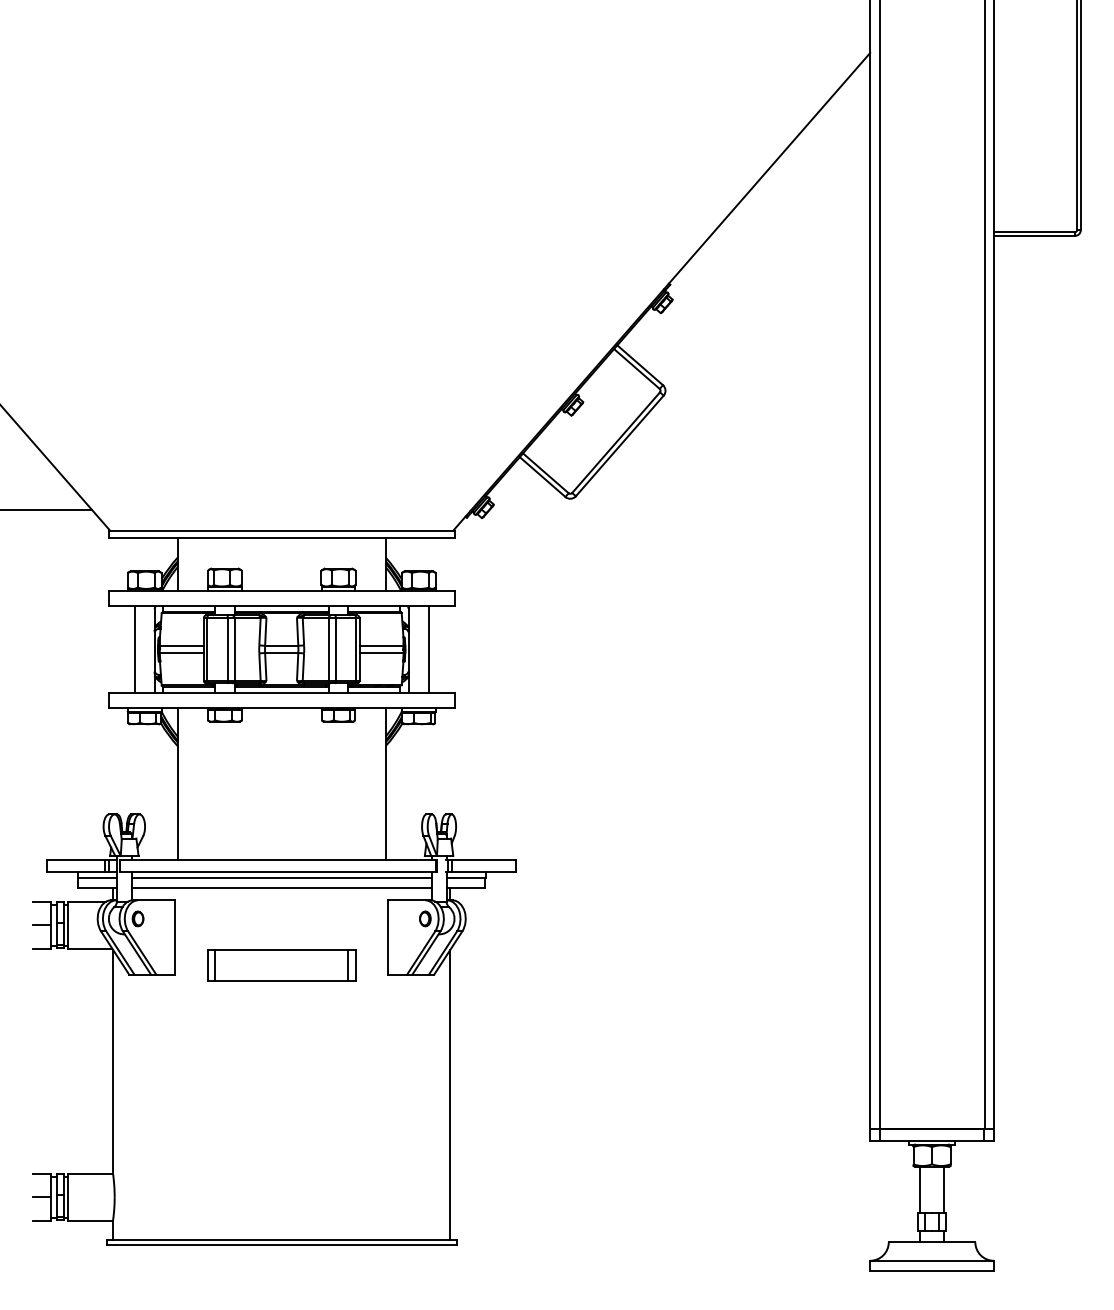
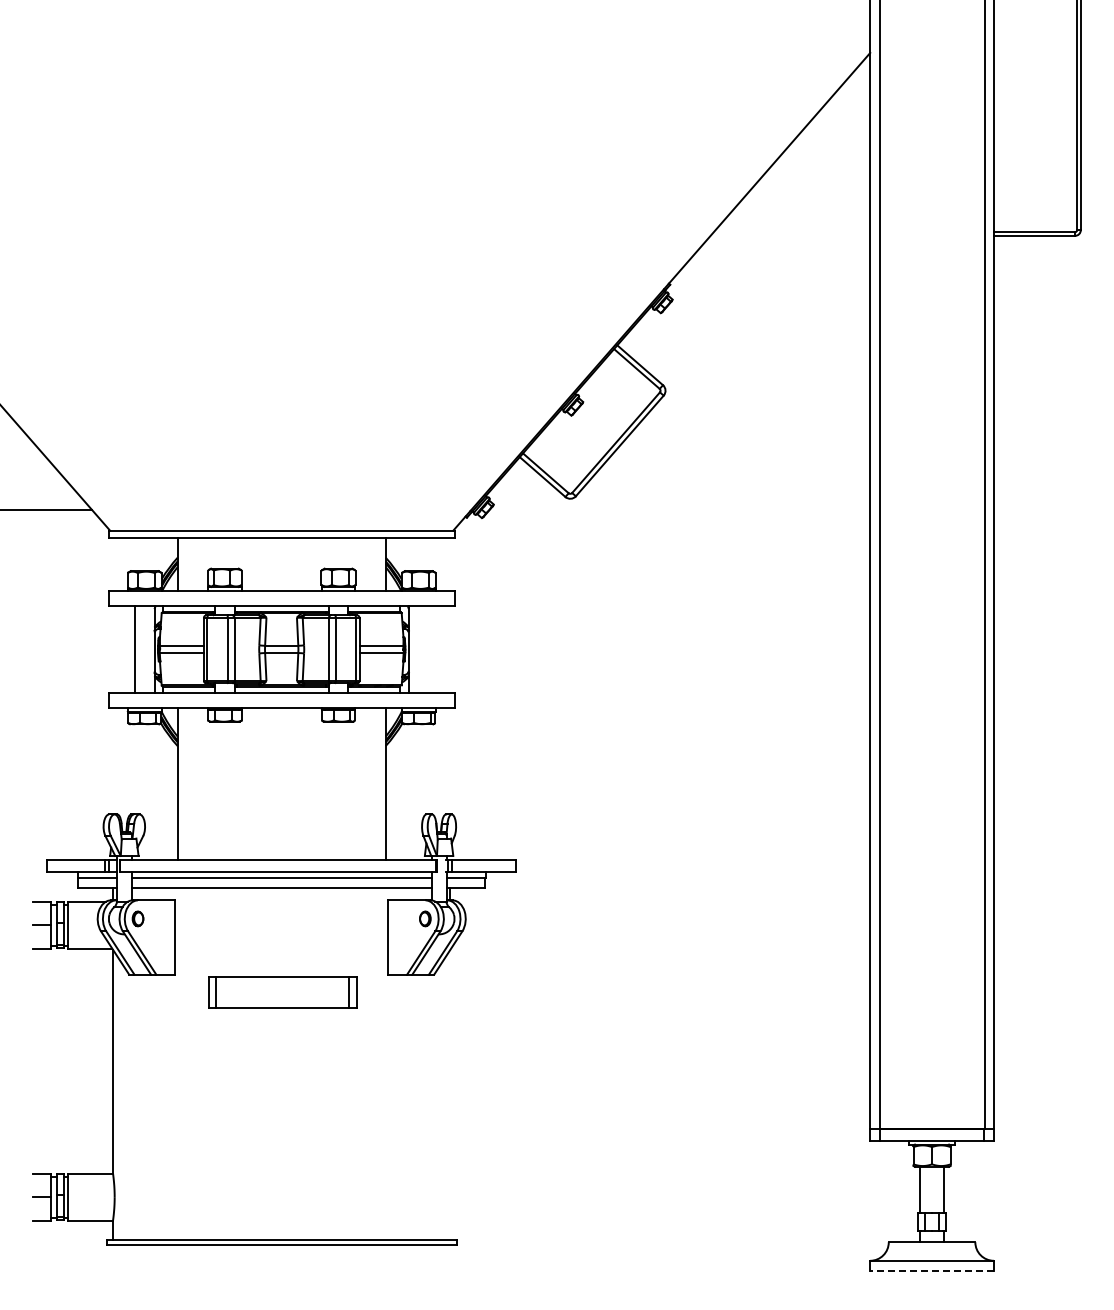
line at (428, 649): present -> none
part at (281, 965) position: (281, 965) -> (282, 992)
line at (450, 1094): present -> none
line at (932, 1270): solid -> dashed
